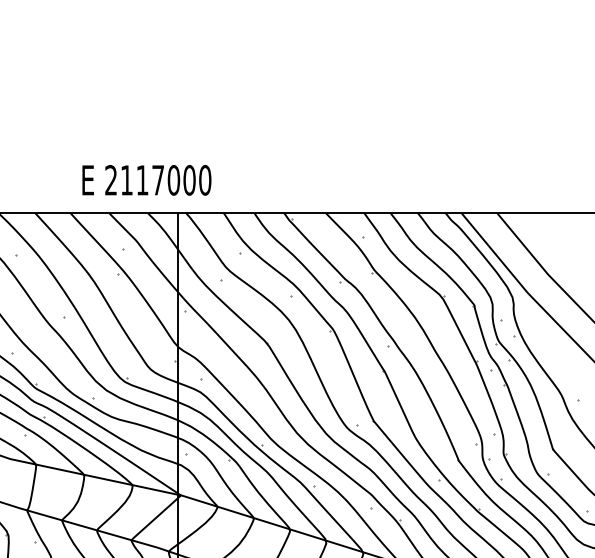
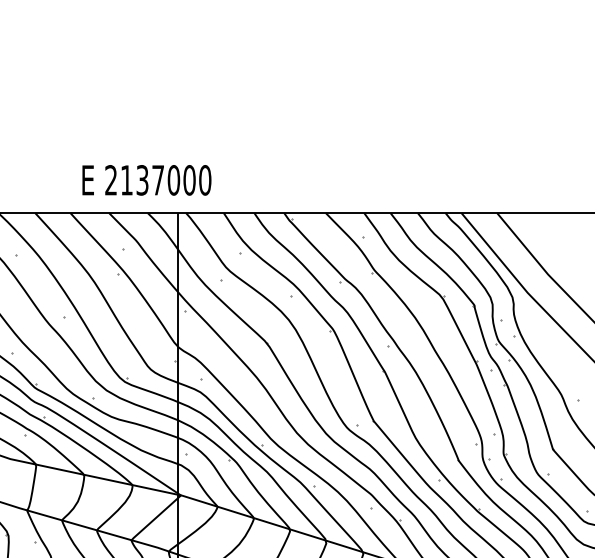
text at (142, 180): 2117000 -> 2137000
